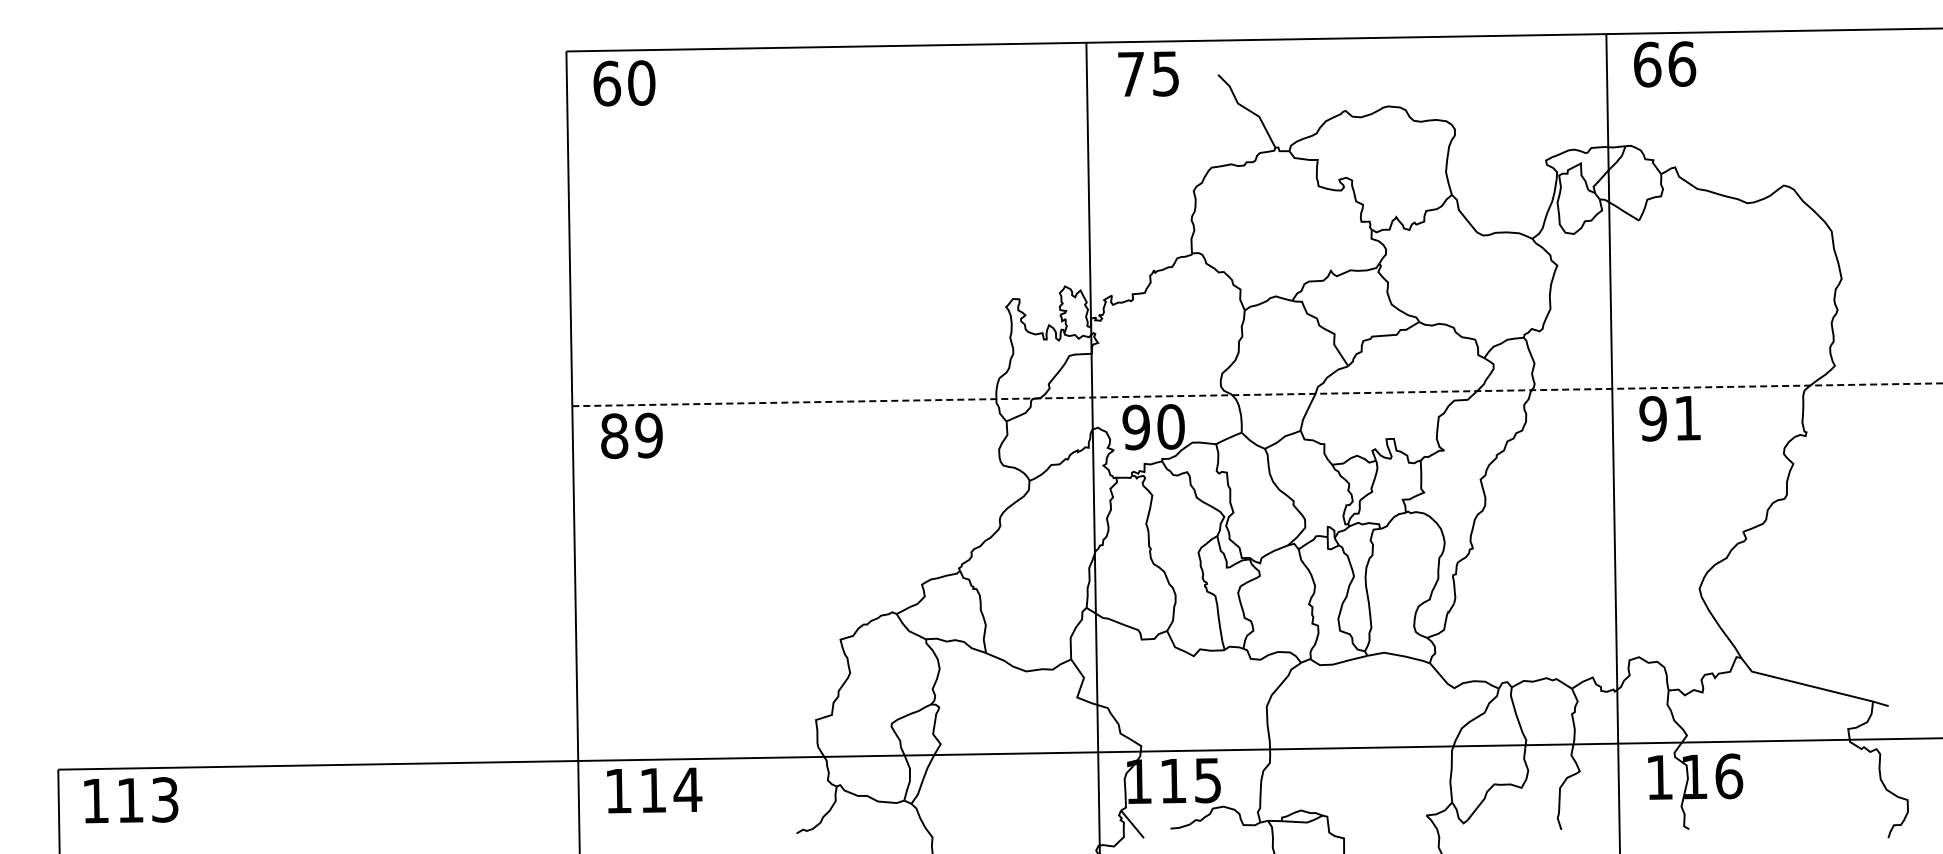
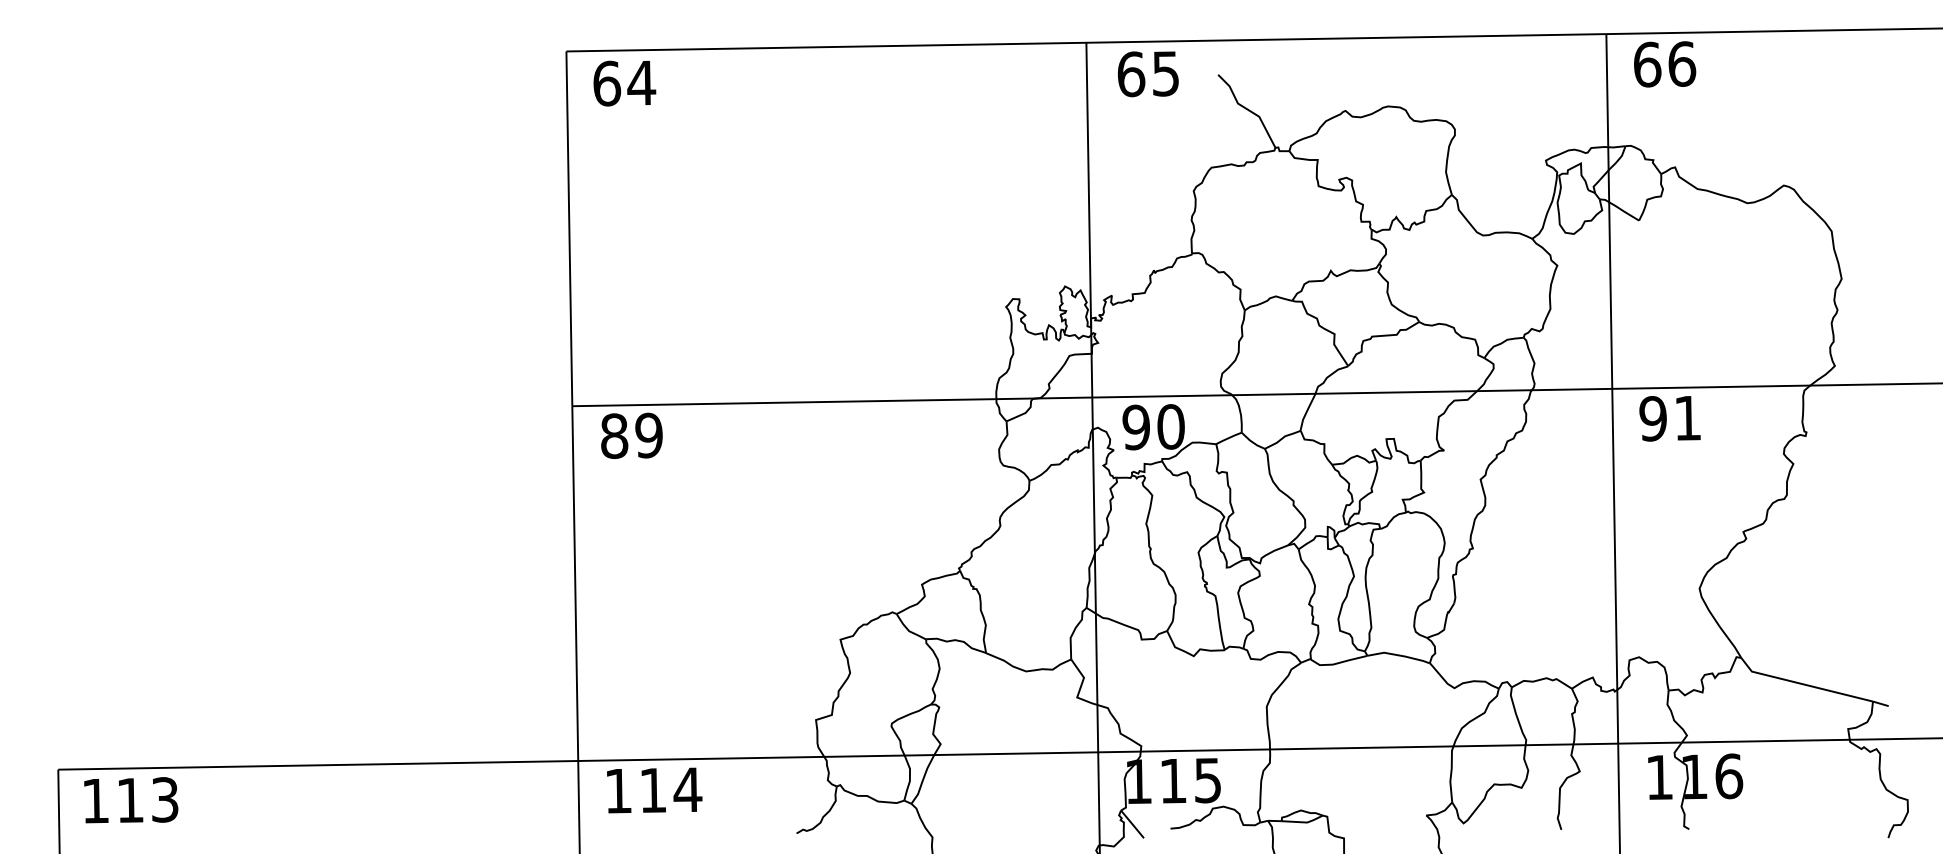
text at (1131, 74): 75 -> 65
text at (641, 82): 60 -> 64
line at (1257, 394): dashed -> solid
